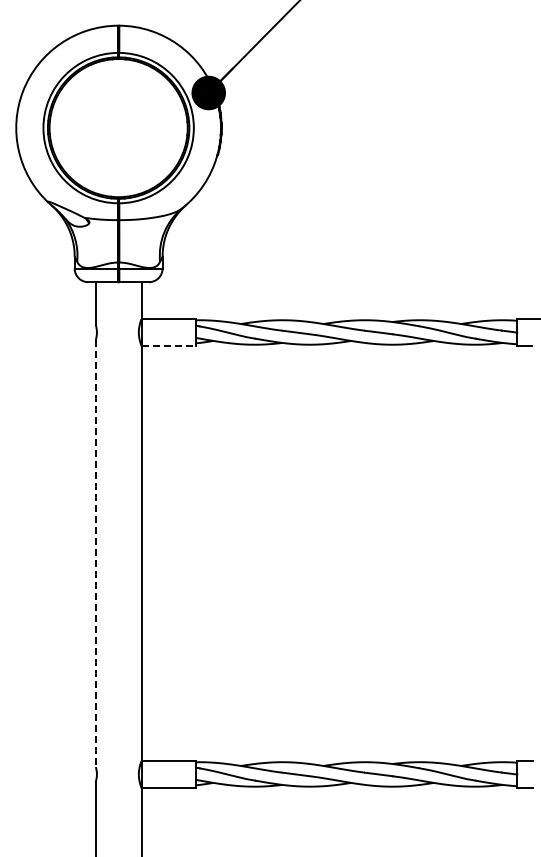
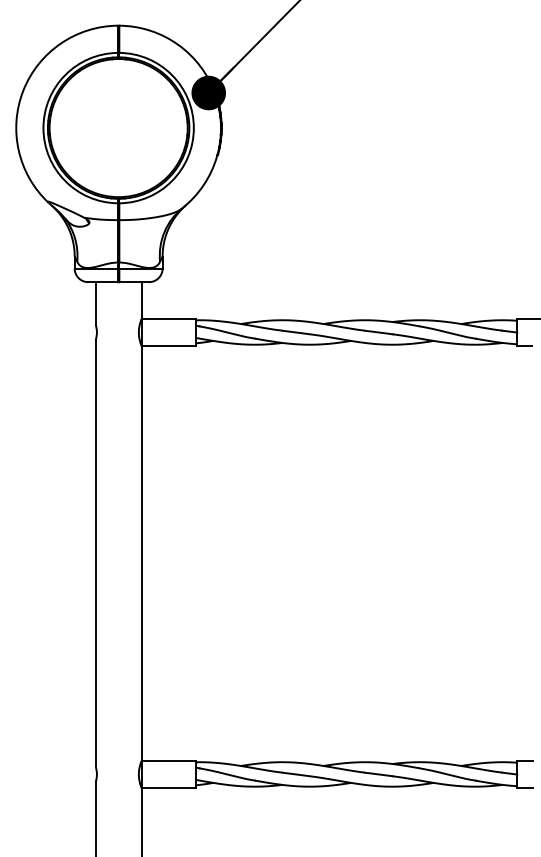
line at (169, 346): dashed -> solid
line at (95, 553): dashed -> solid
